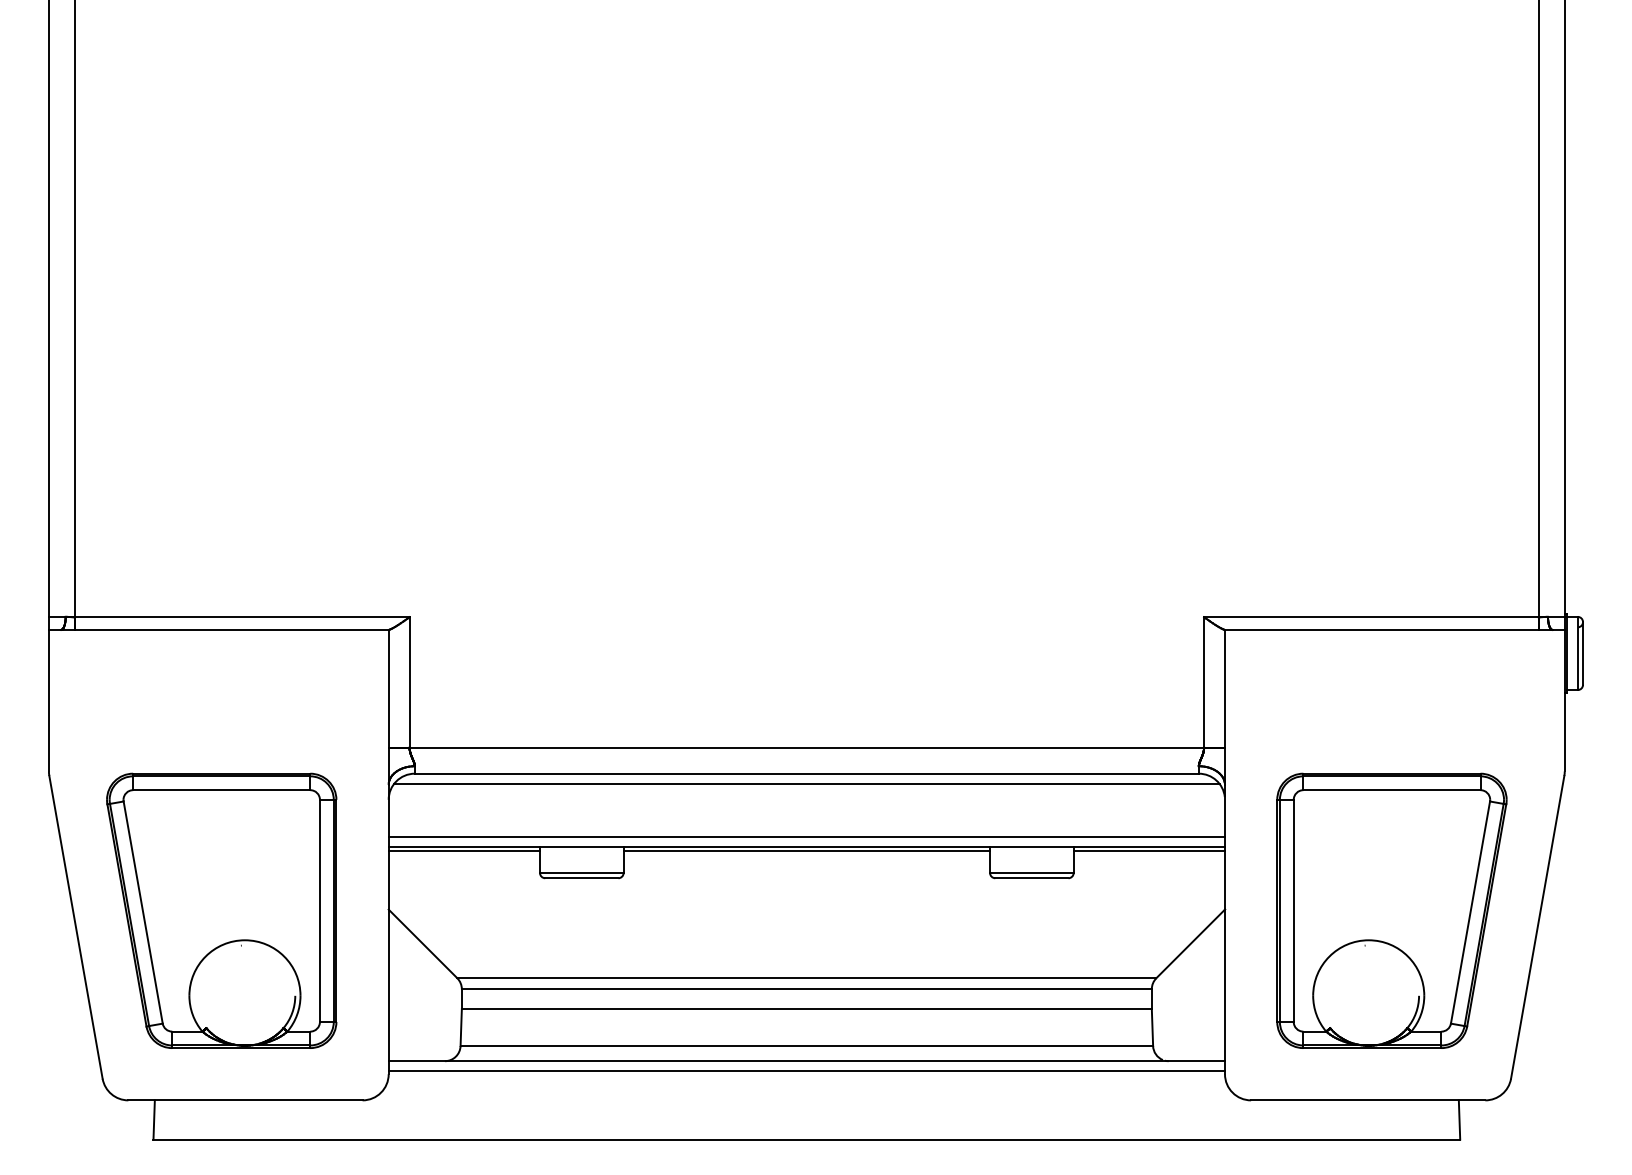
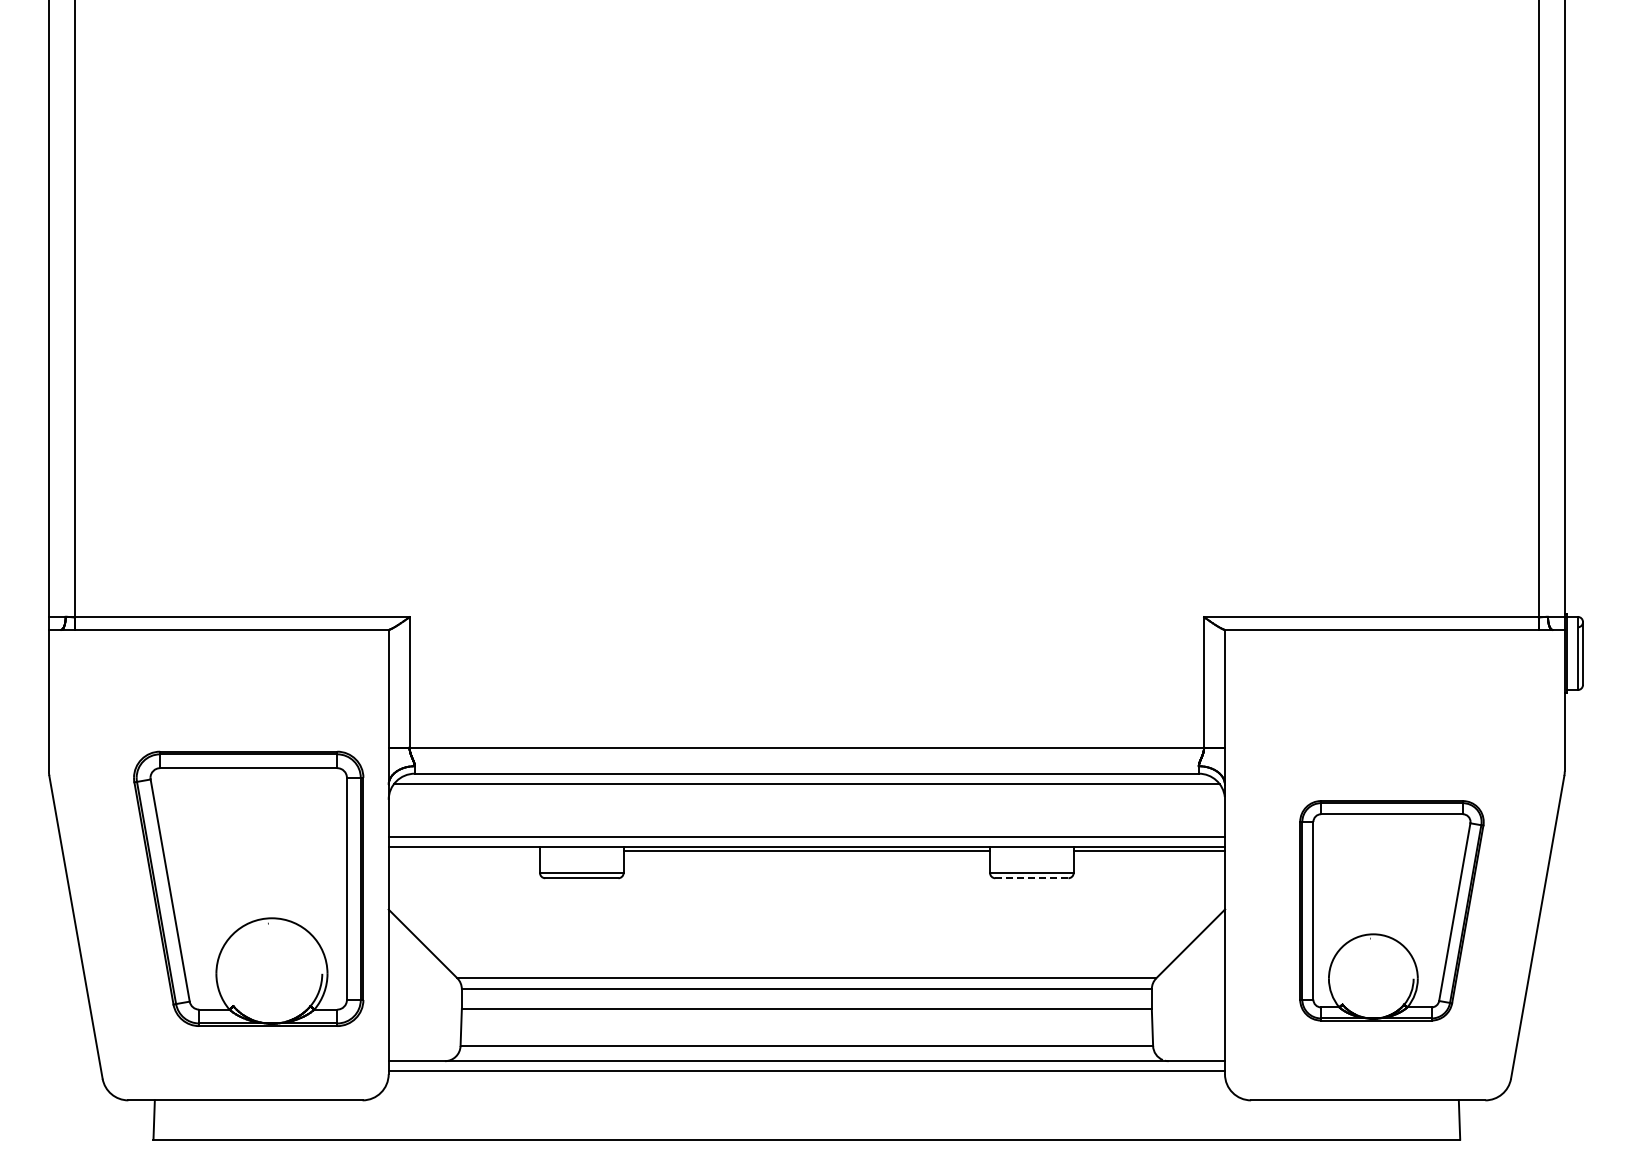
line at (464, 851): present -> none
line at (1031, 878): solid -> dashed
part at (221, 910) position: (221, 910) -> (248, 888)
part at (1391, 910) size: 232x277 px -> 186x222 px
